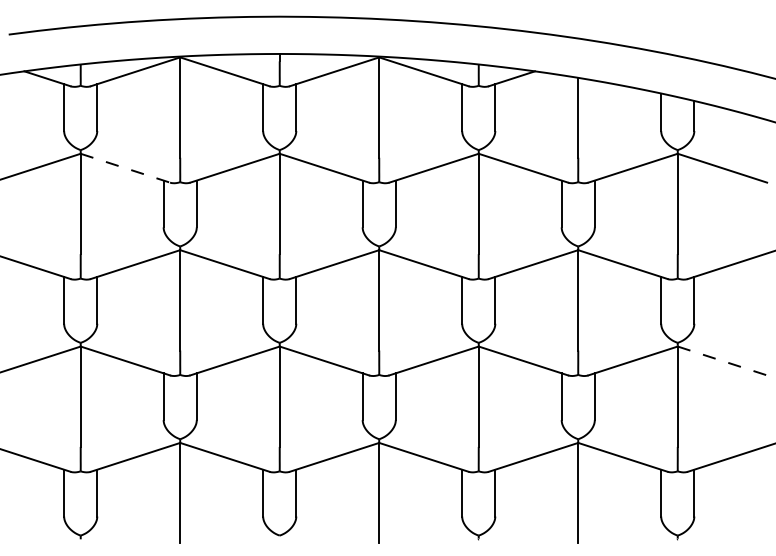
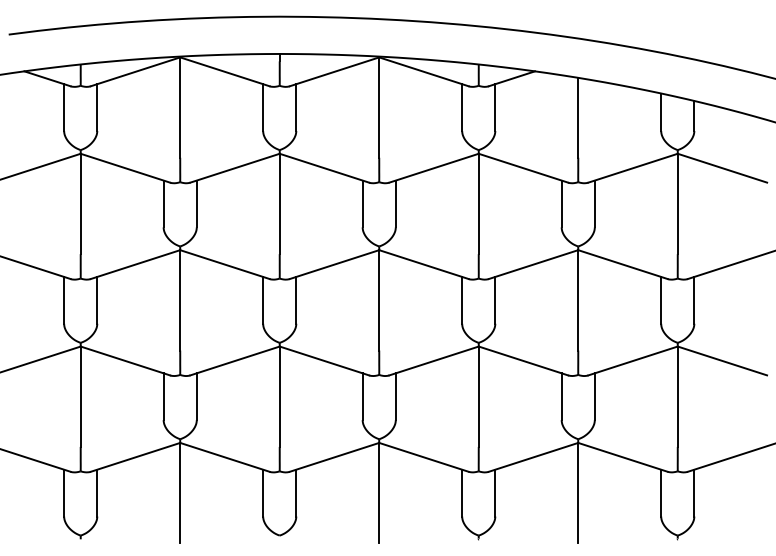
line at (125, 168): dashed -> solid
line at (722, 360): dashed -> solid
